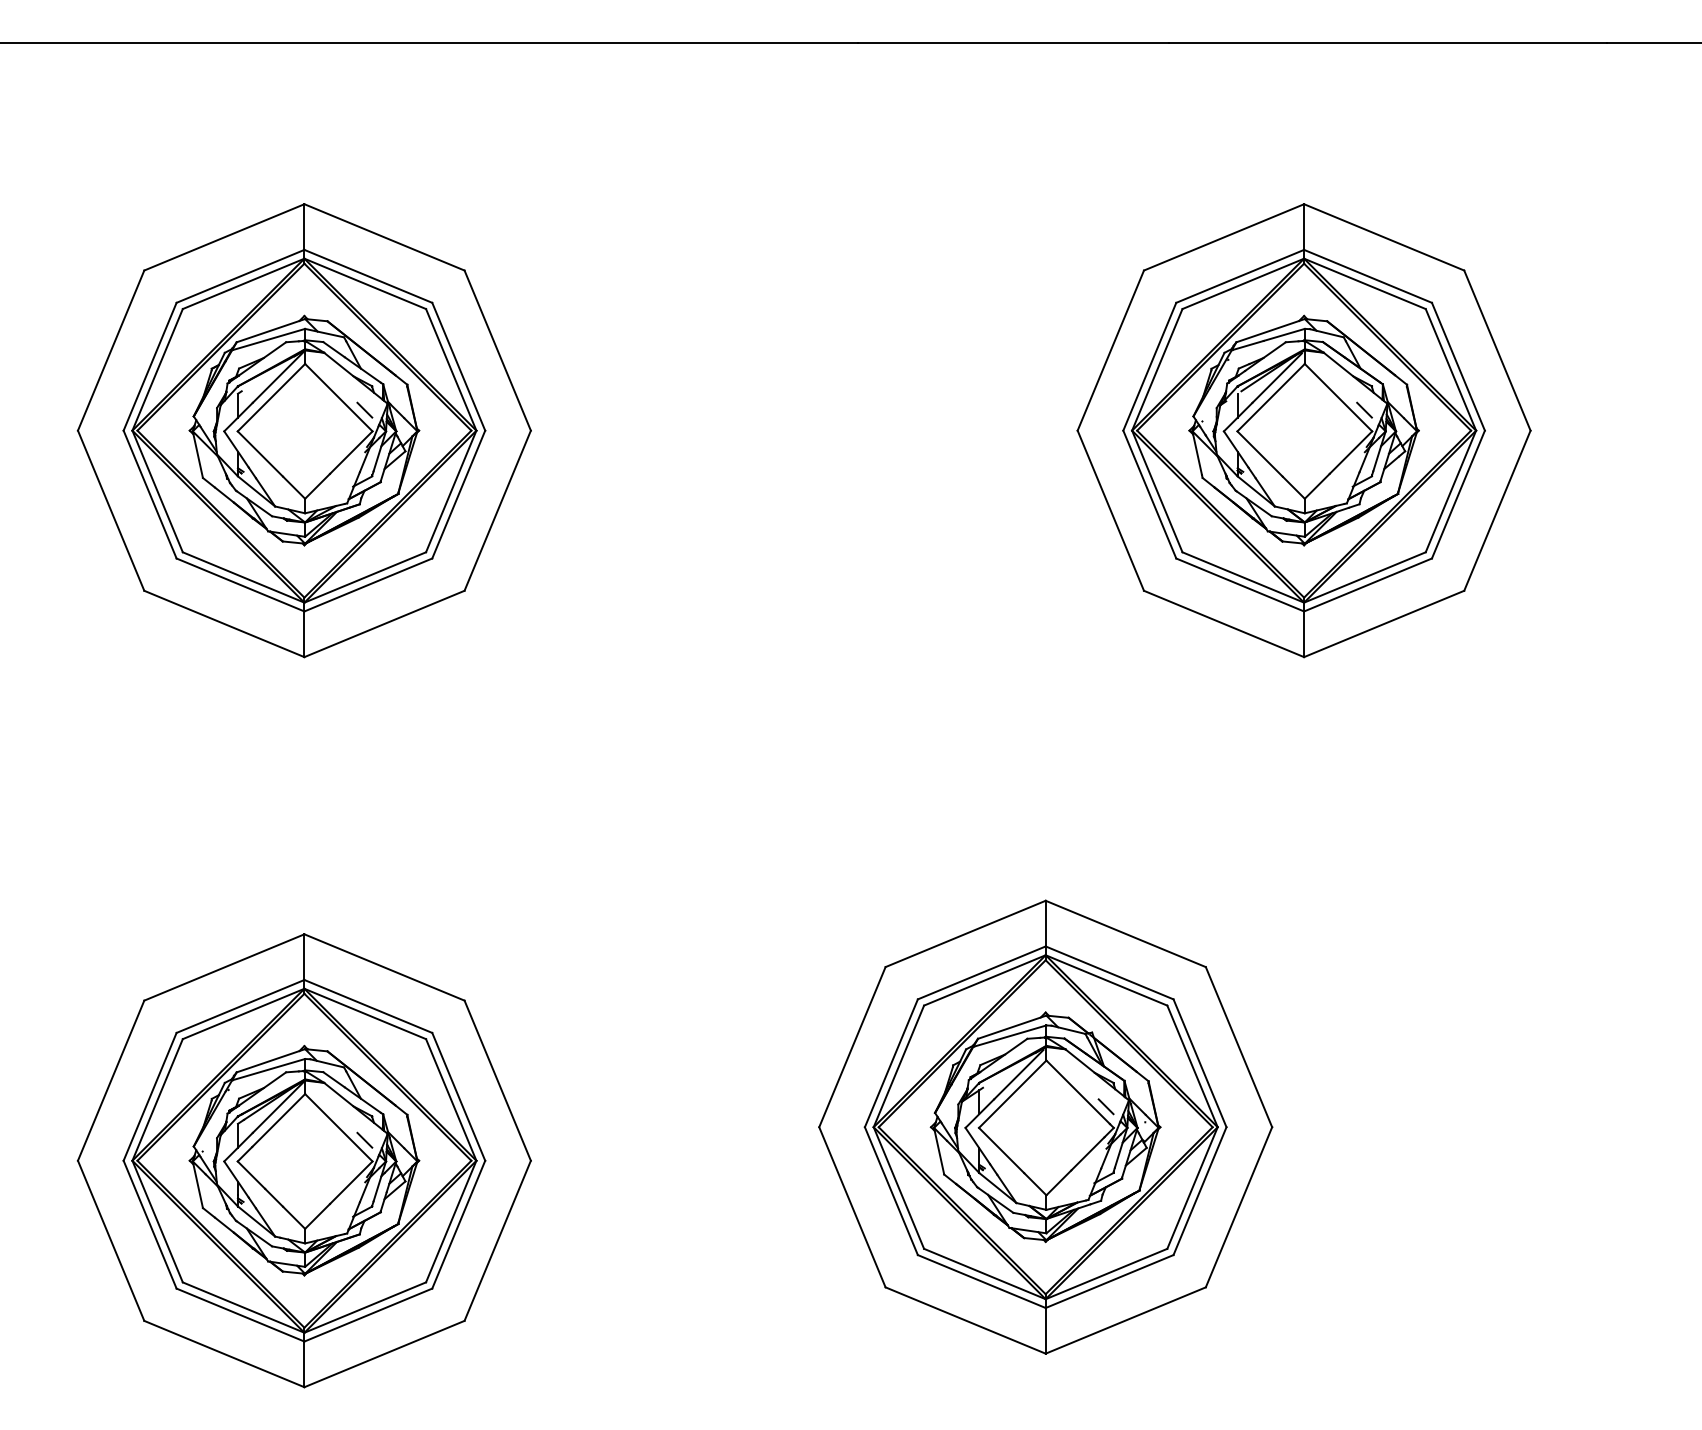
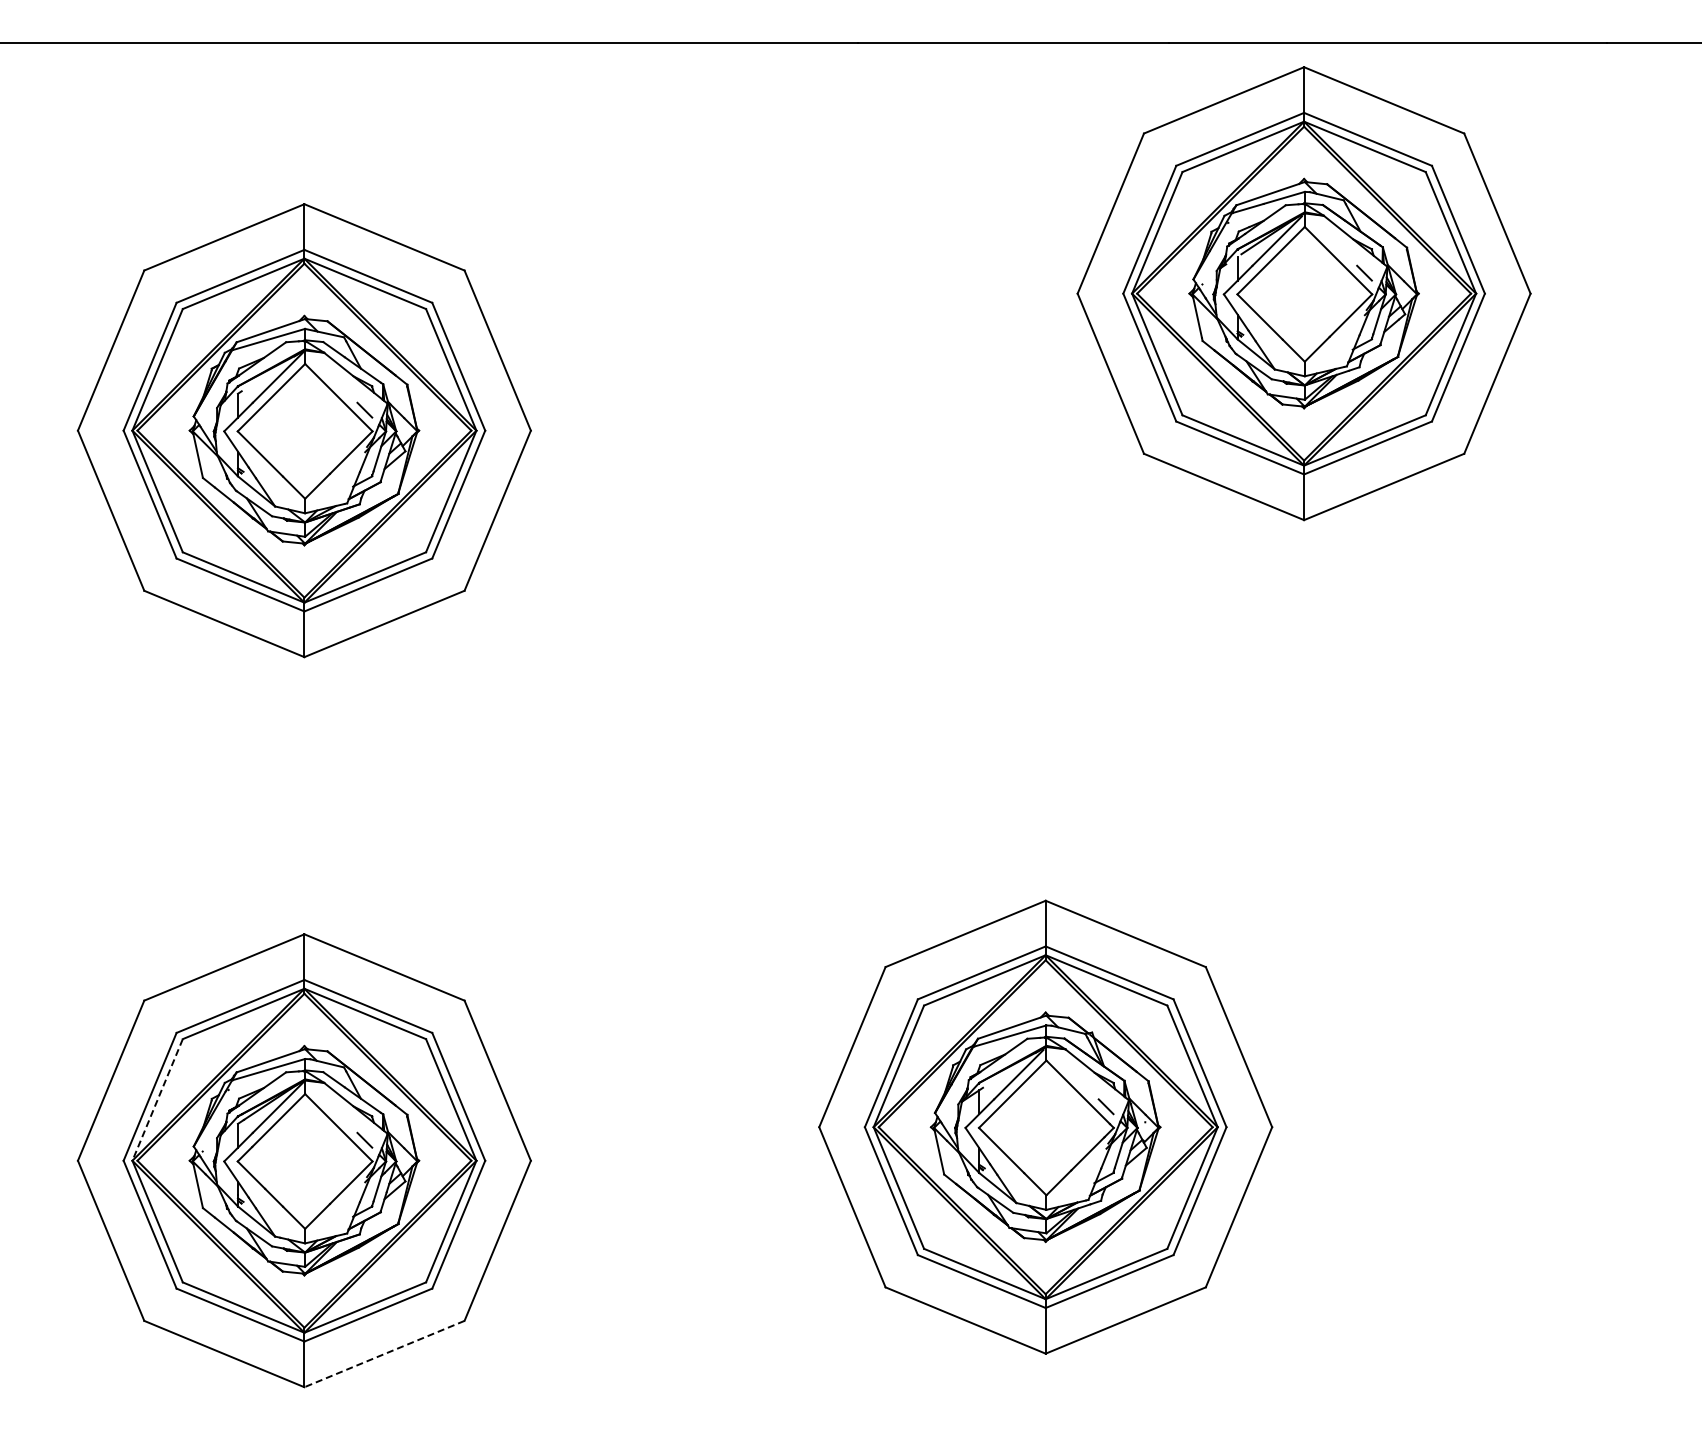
part at (1303, 430) position: (1303, 430) -> (1303, 293)
line at (157, 1099): solid -> dashed
line at (384, 1354): solid -> dashed
